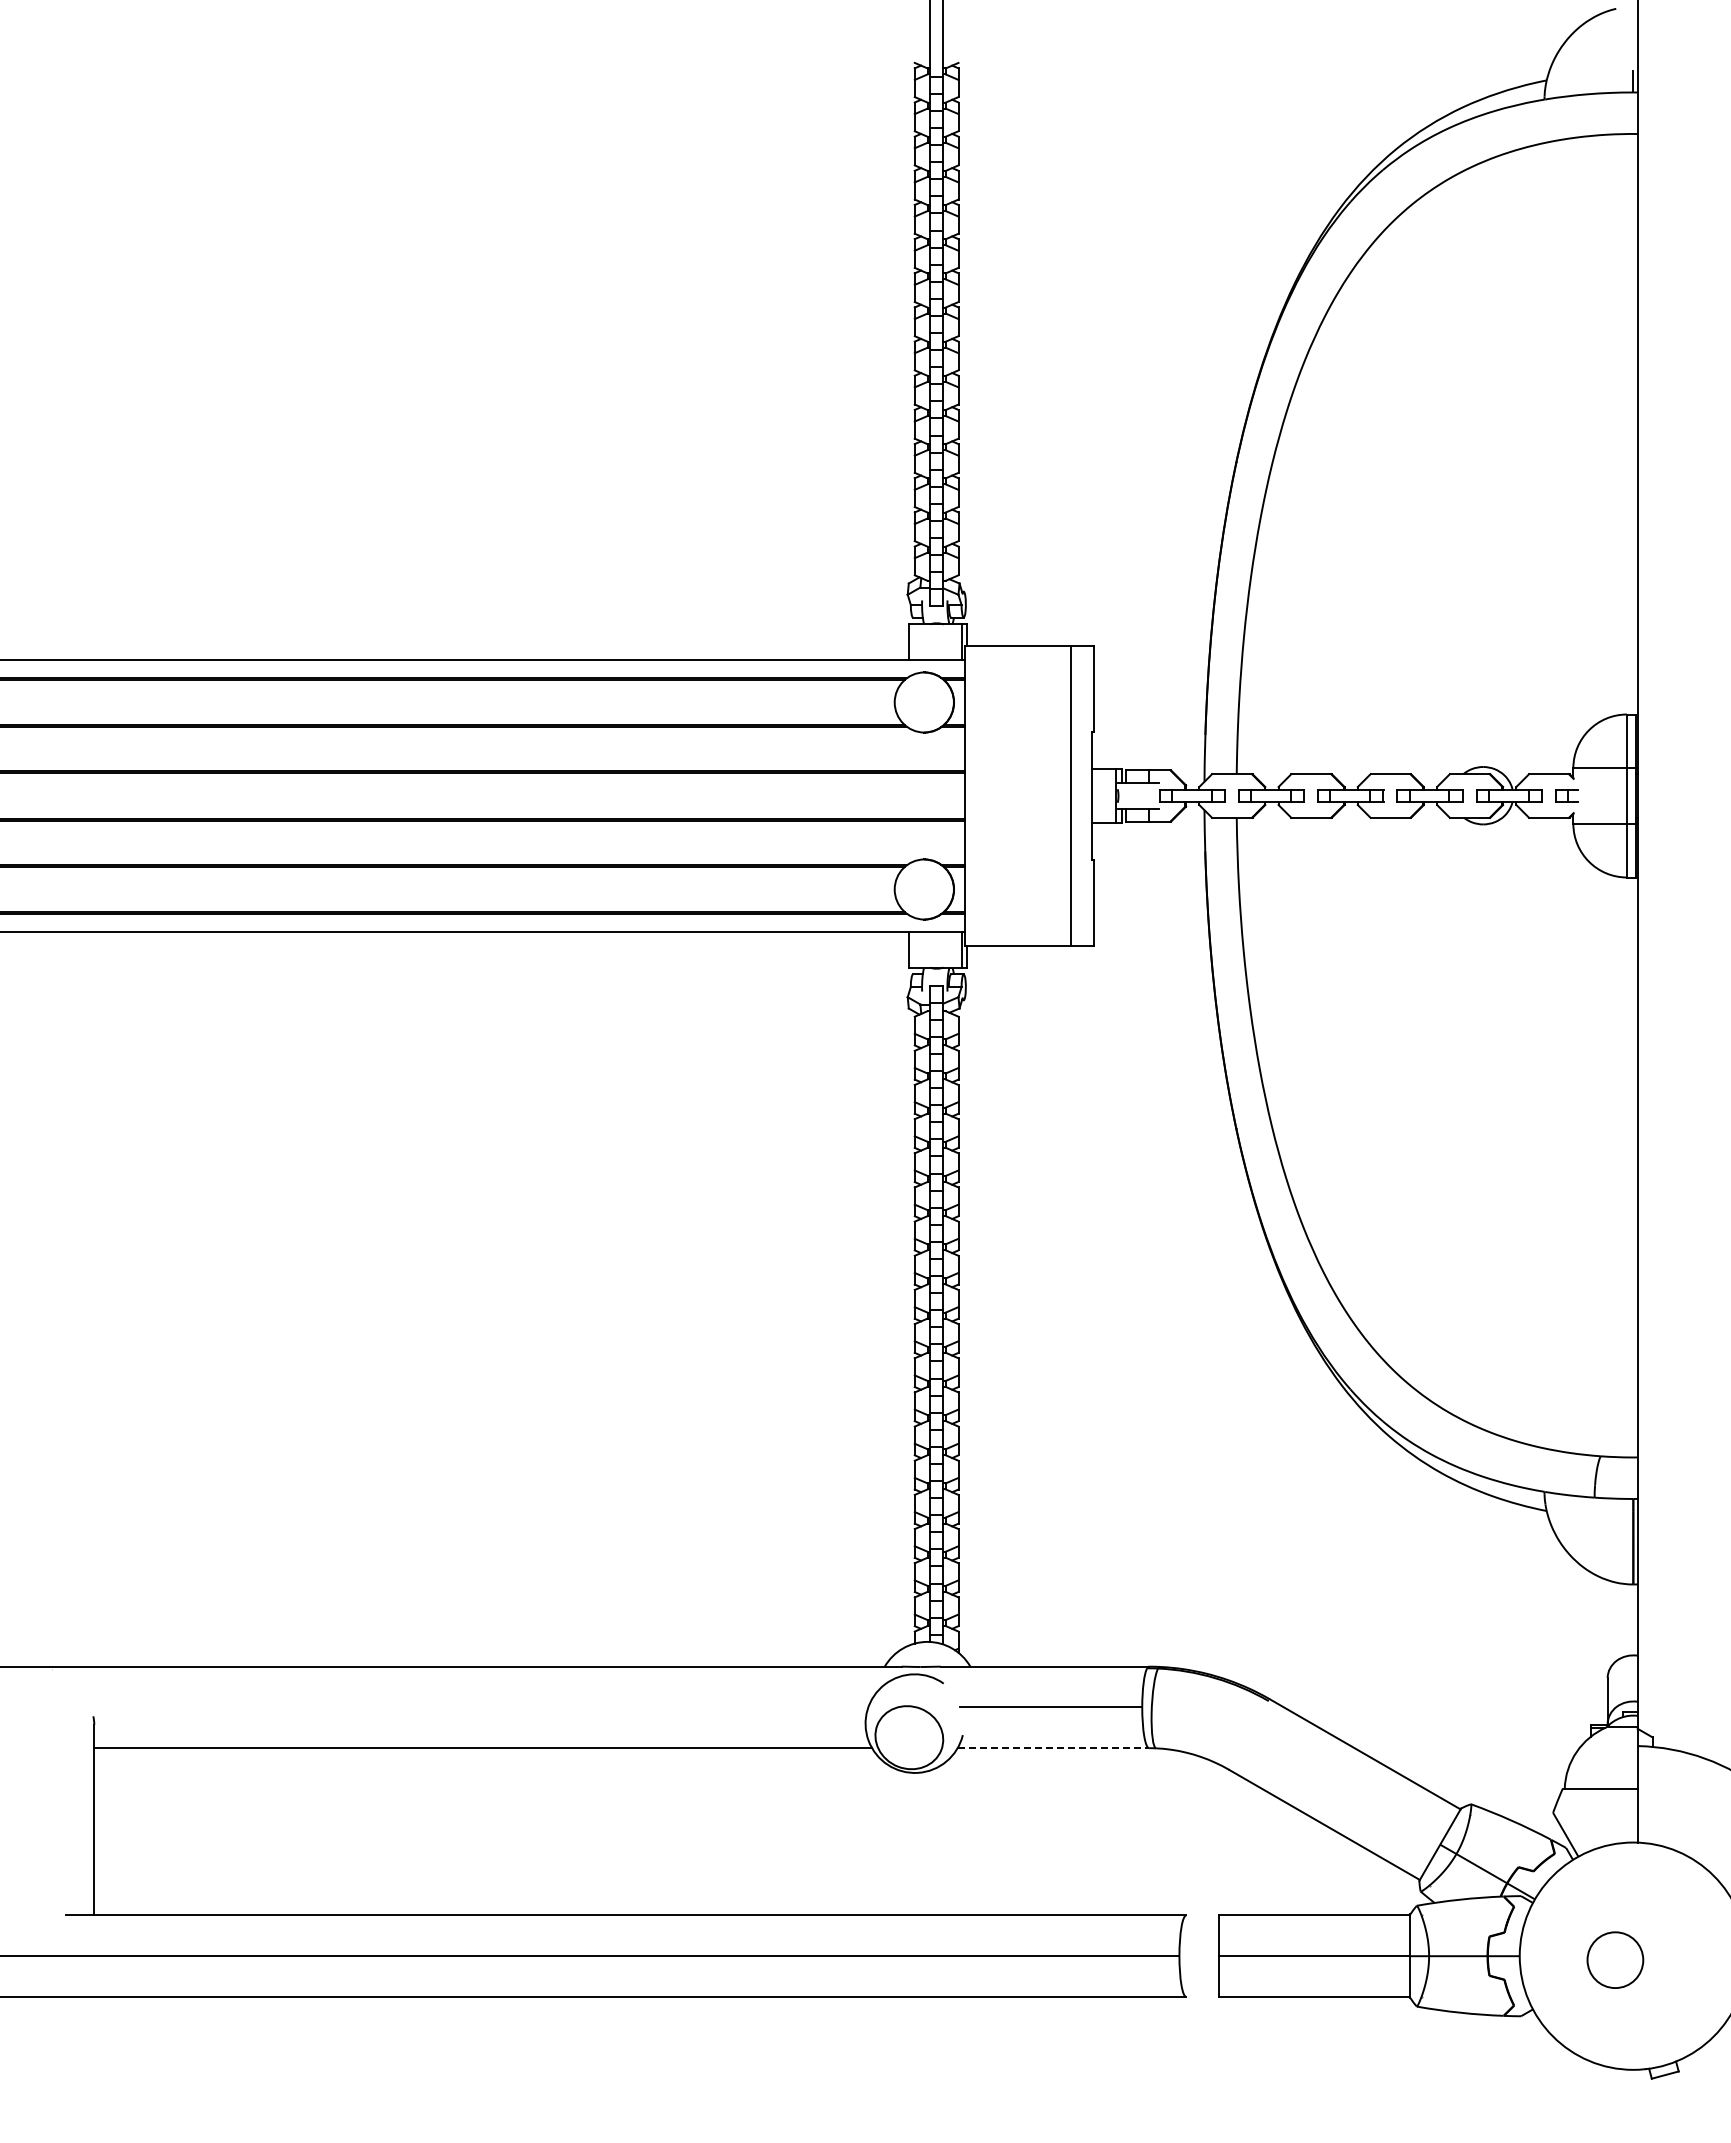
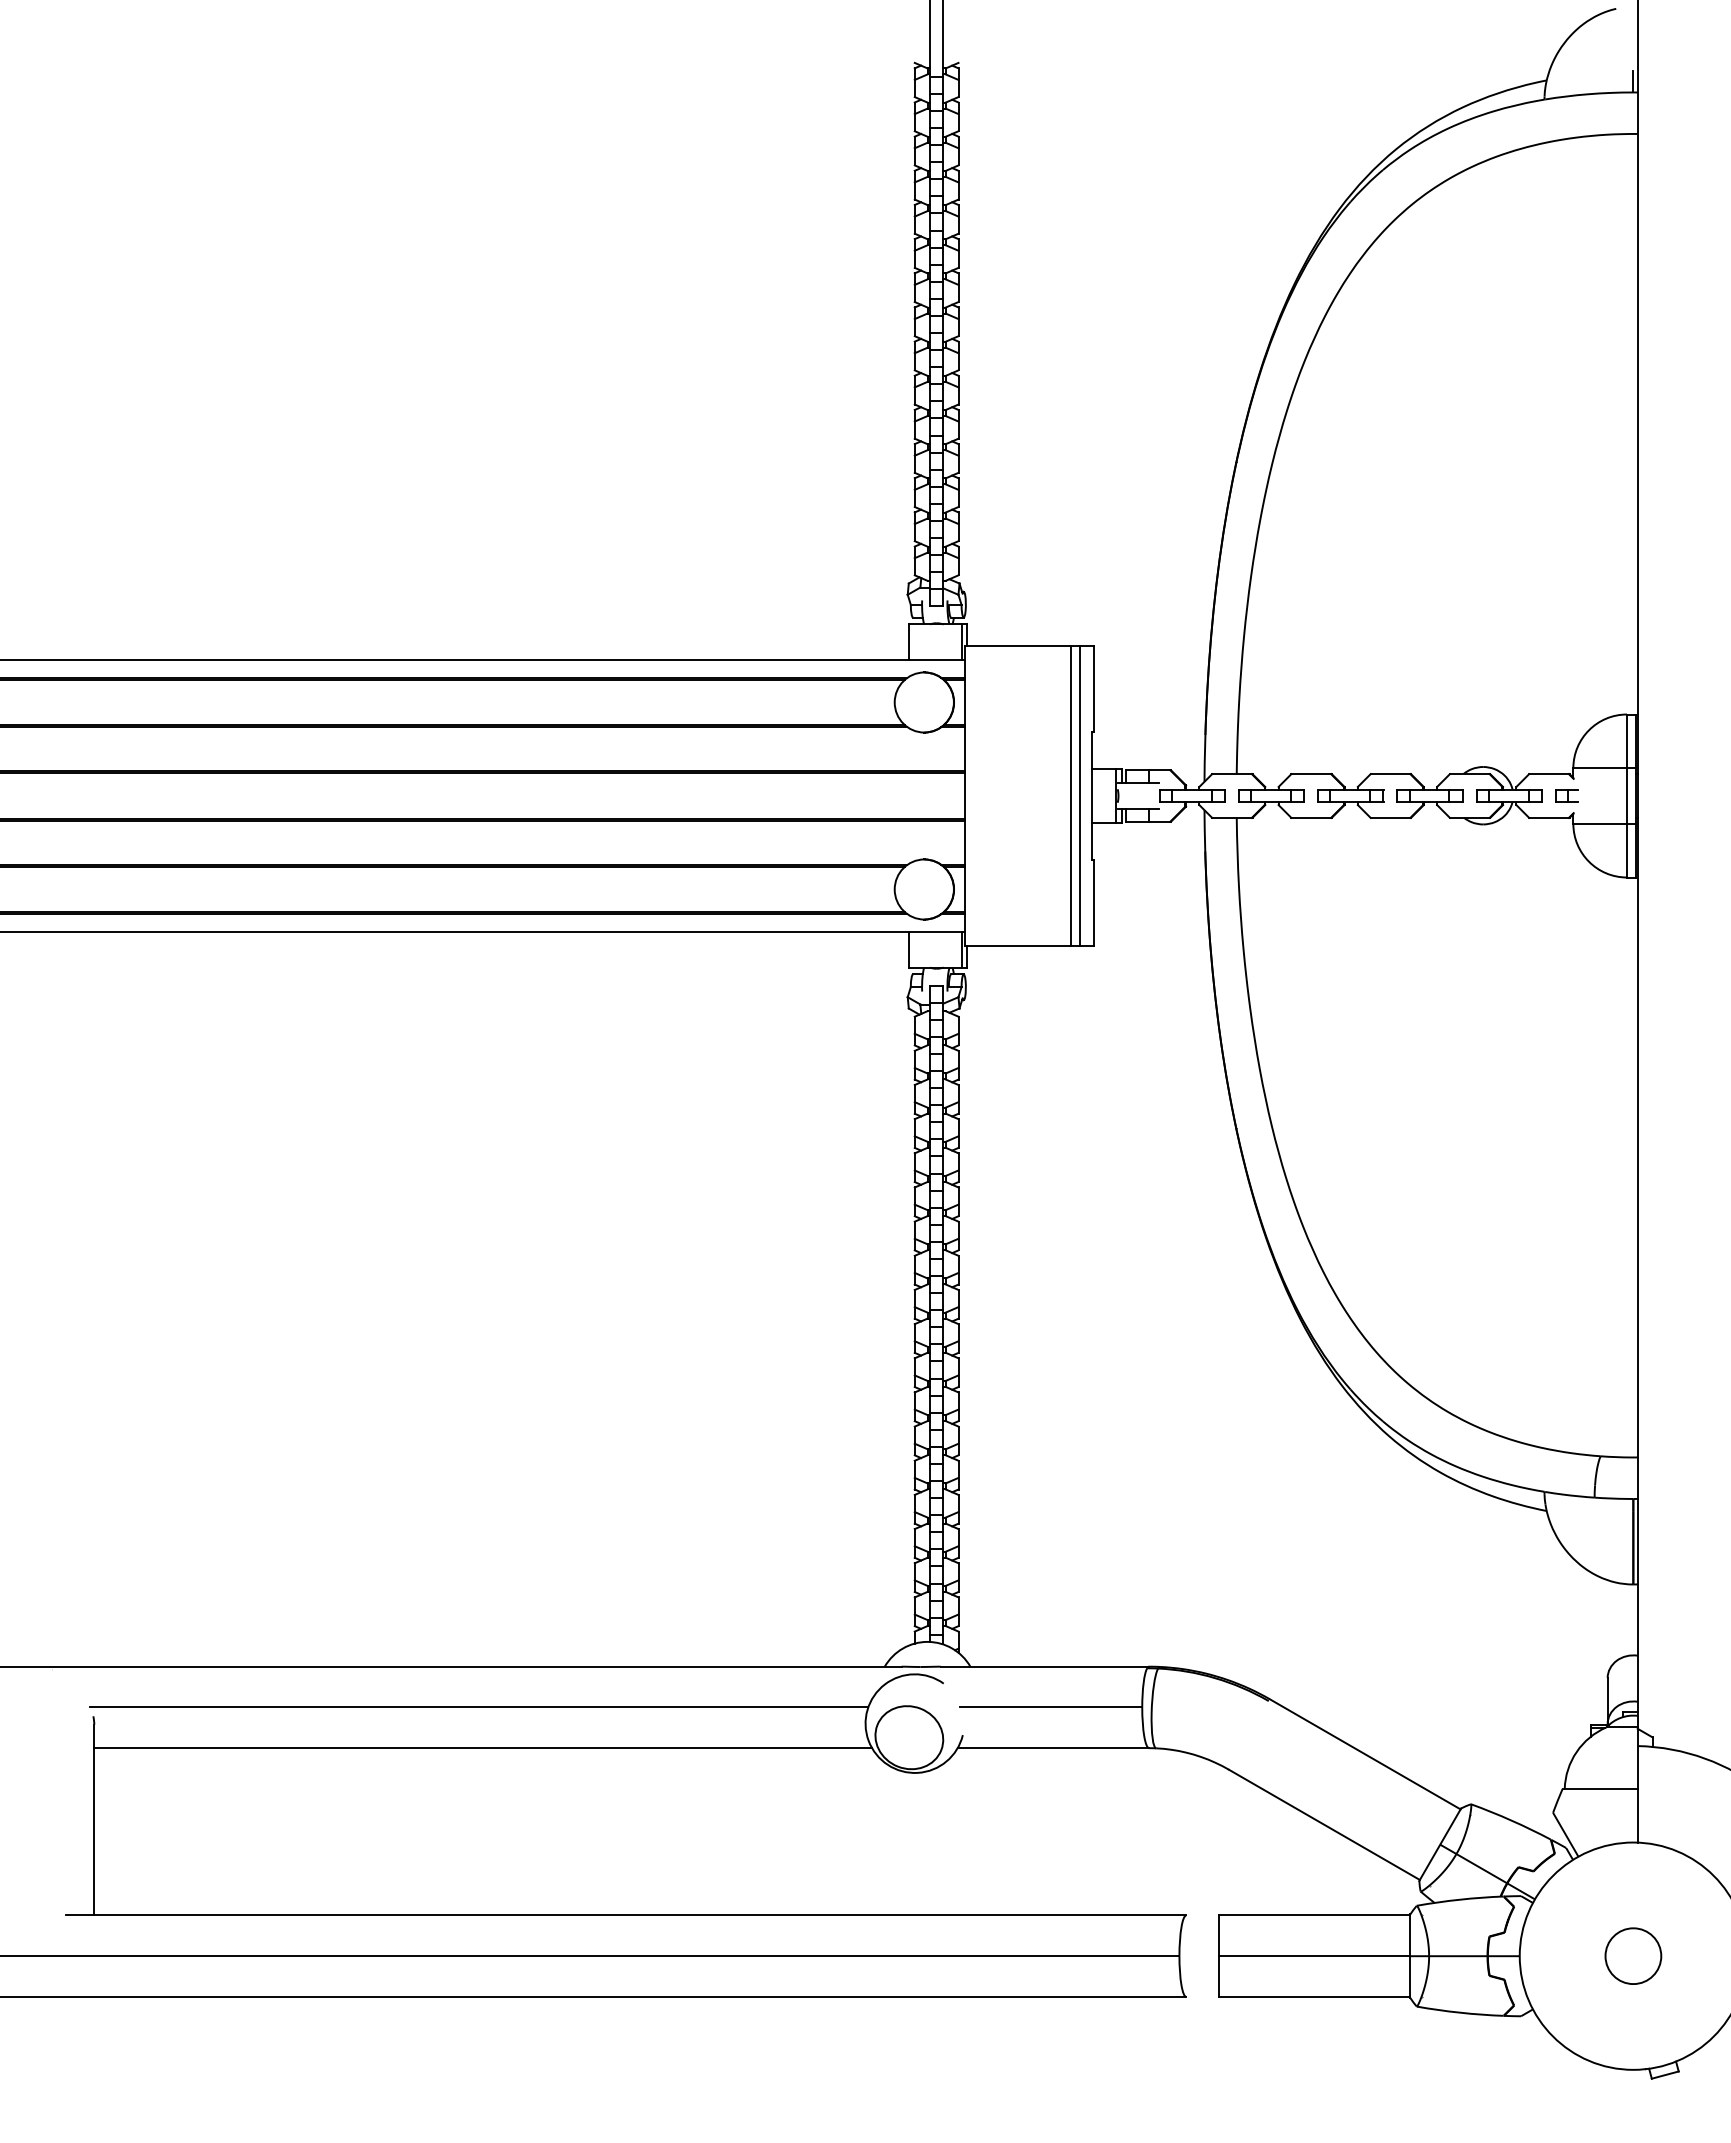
line at (1079, 795): none -> present
line at (479, 1707): none -> present
line at (1053, 1748): dashed -> solid
circle at (1615, 1959) position: (1615, 1959) -> (1633, 1955)
